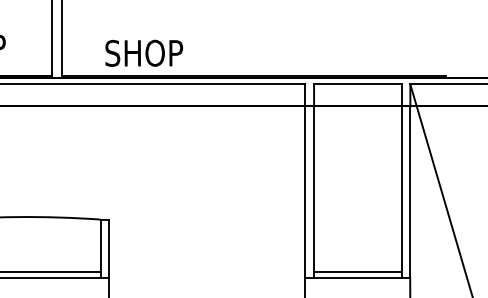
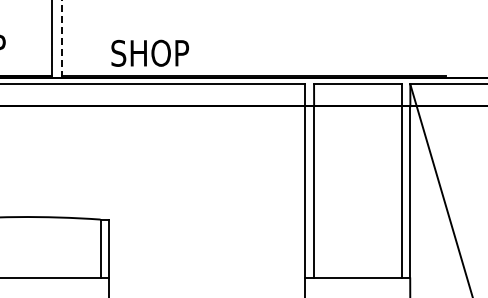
line at (62, 39): solid -> dashed
text at (143, 52) position: (143, 52) -> (149, 52)
line at (51, 271): present -> none
line at (357, 271): present -> none
